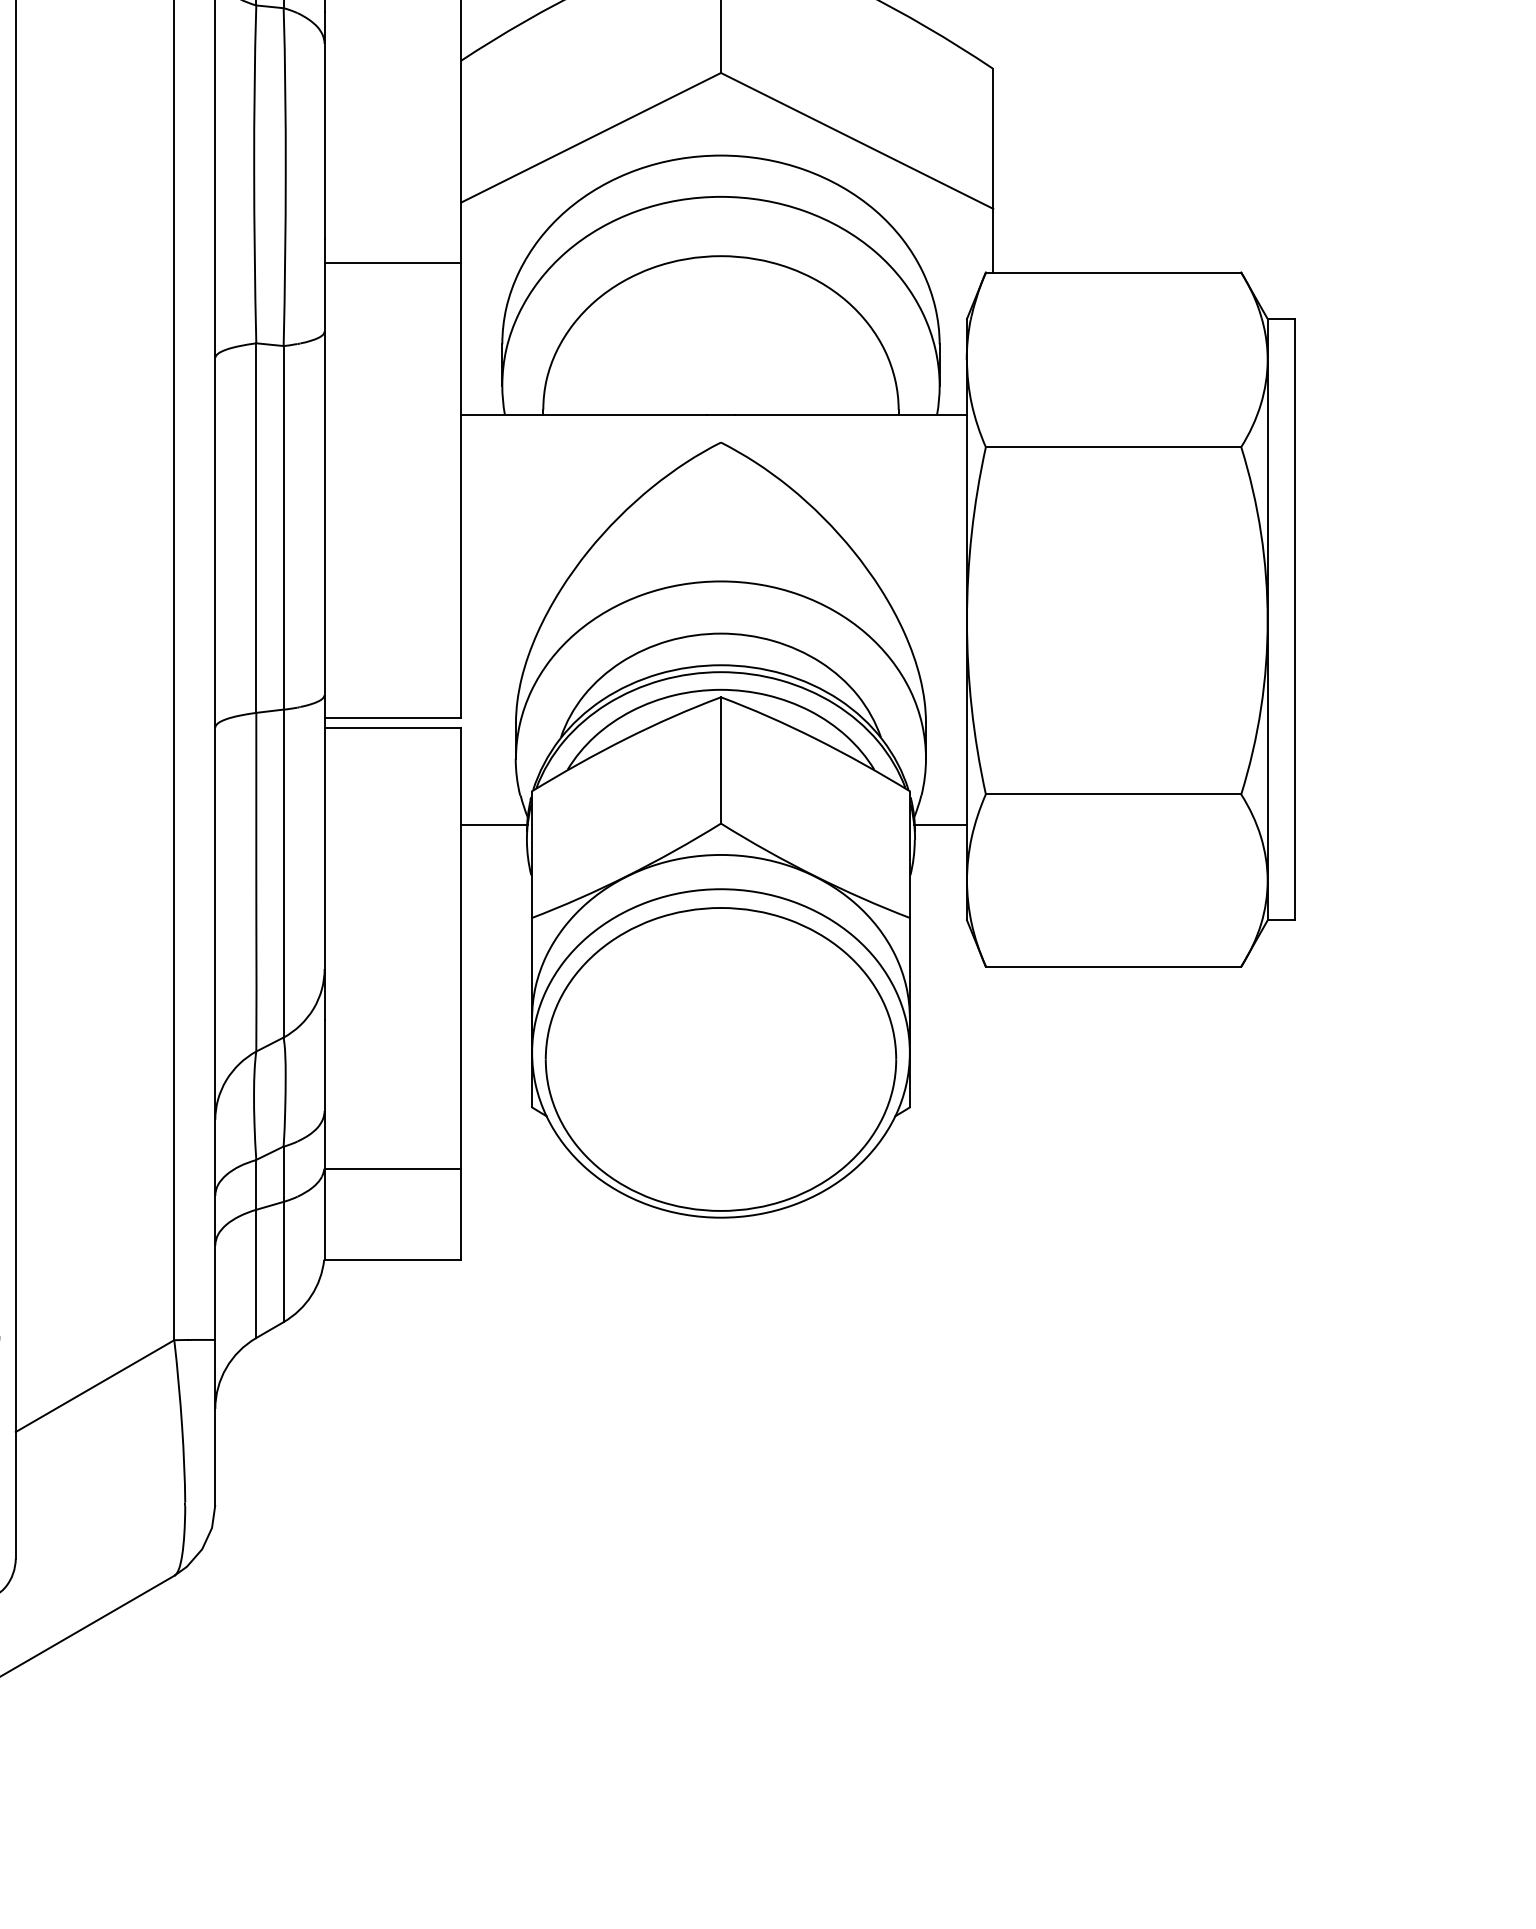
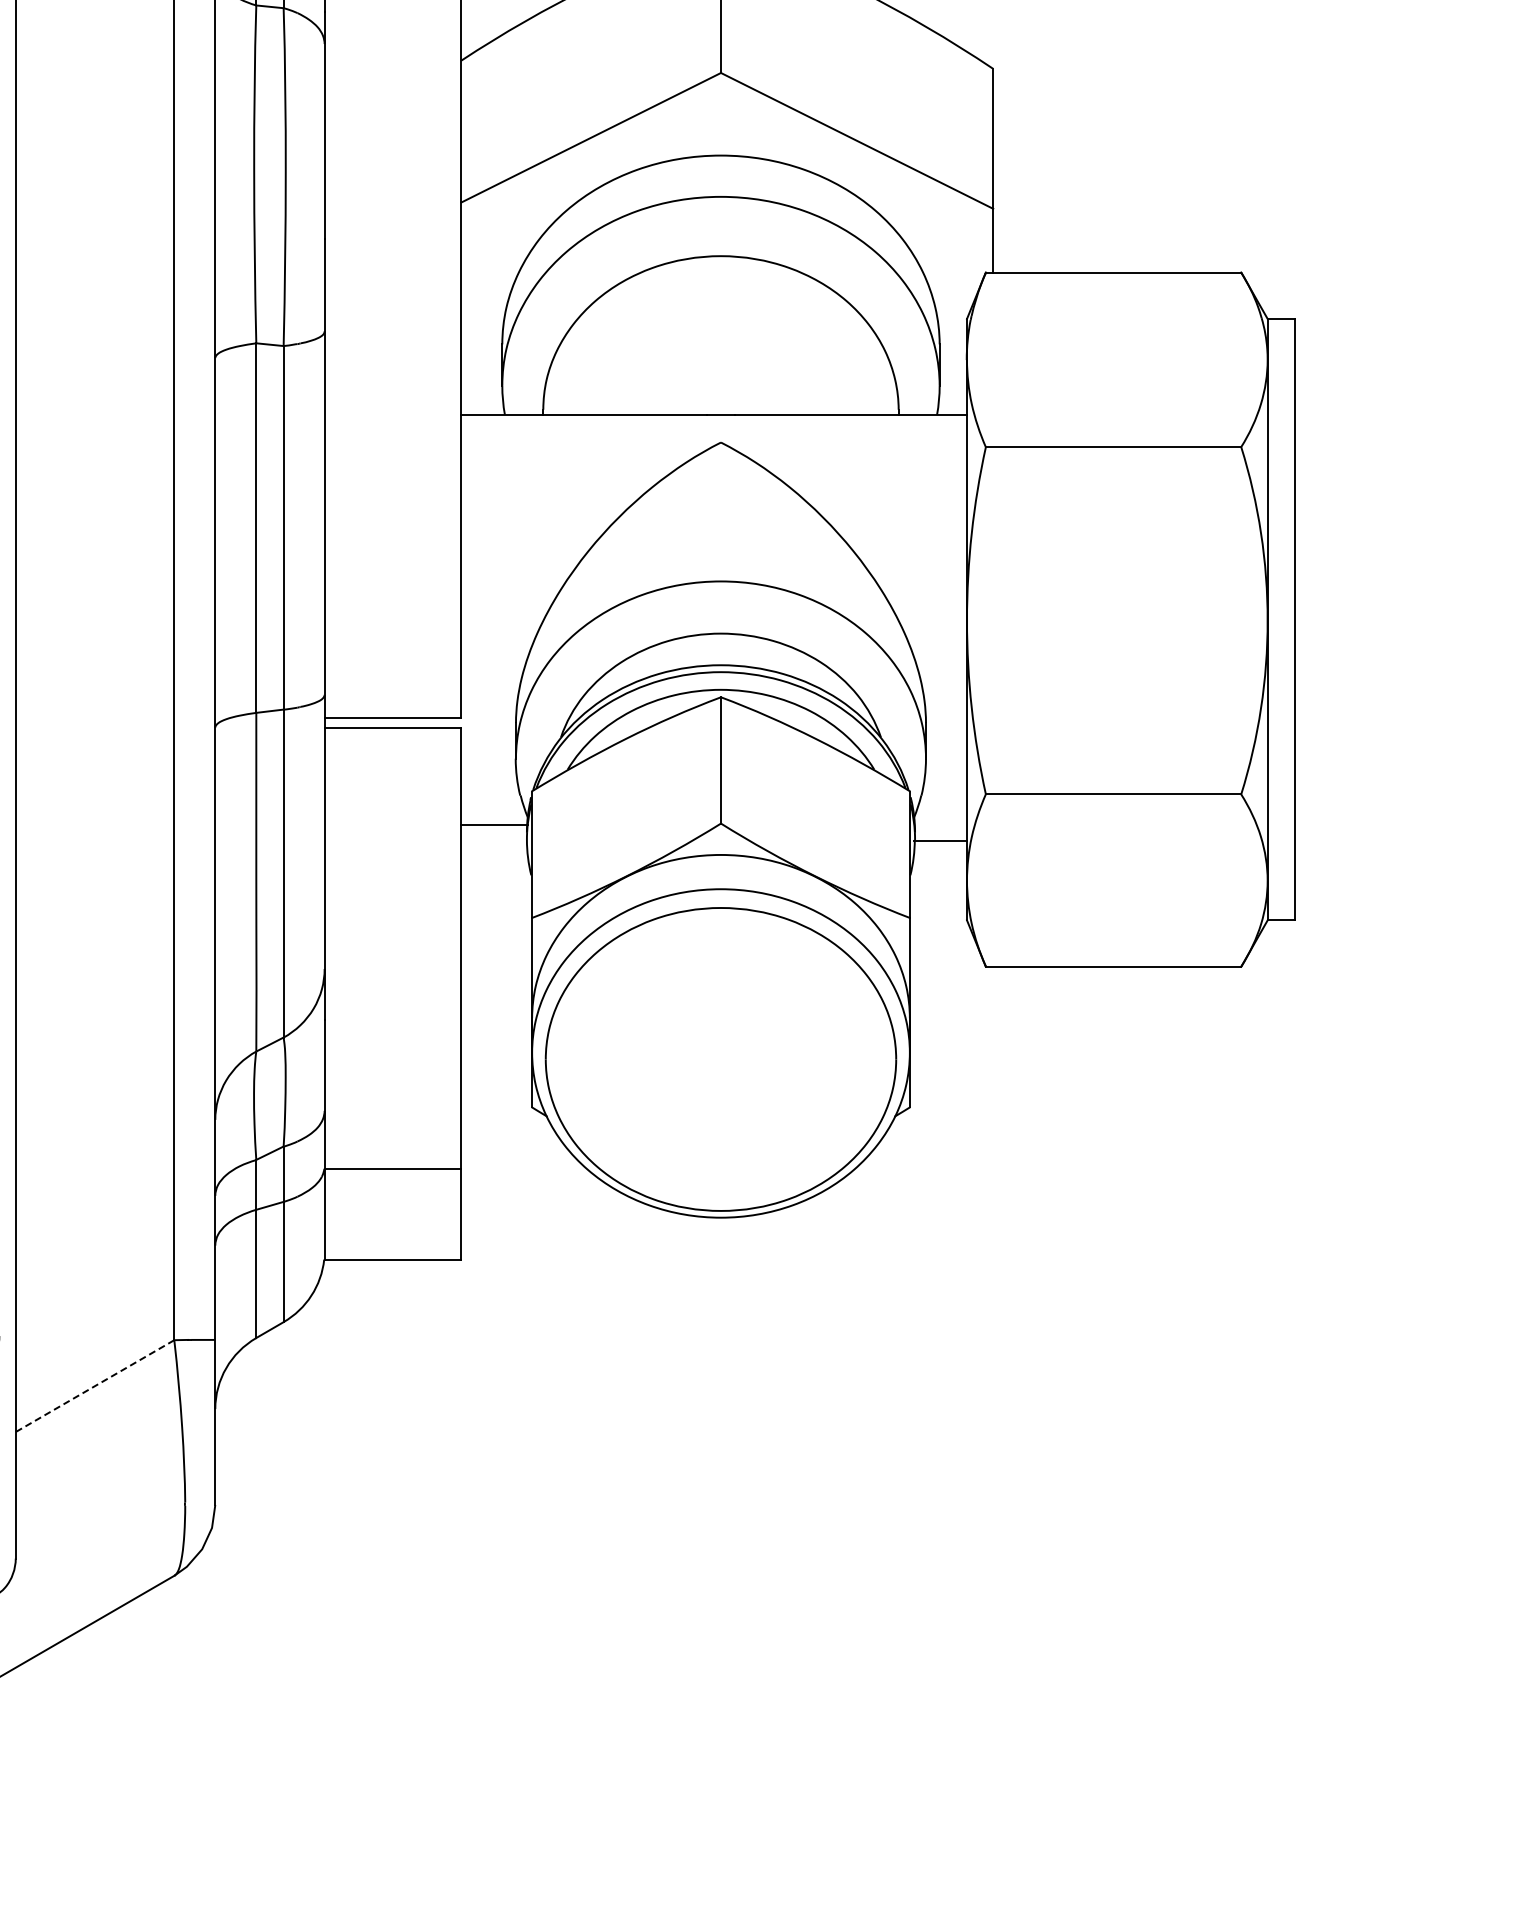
line at (392, 262): present -> none
line at (940, 824) position: (940, 824) -> (940, 840)
line at (95, 1386): solid -> dashed
